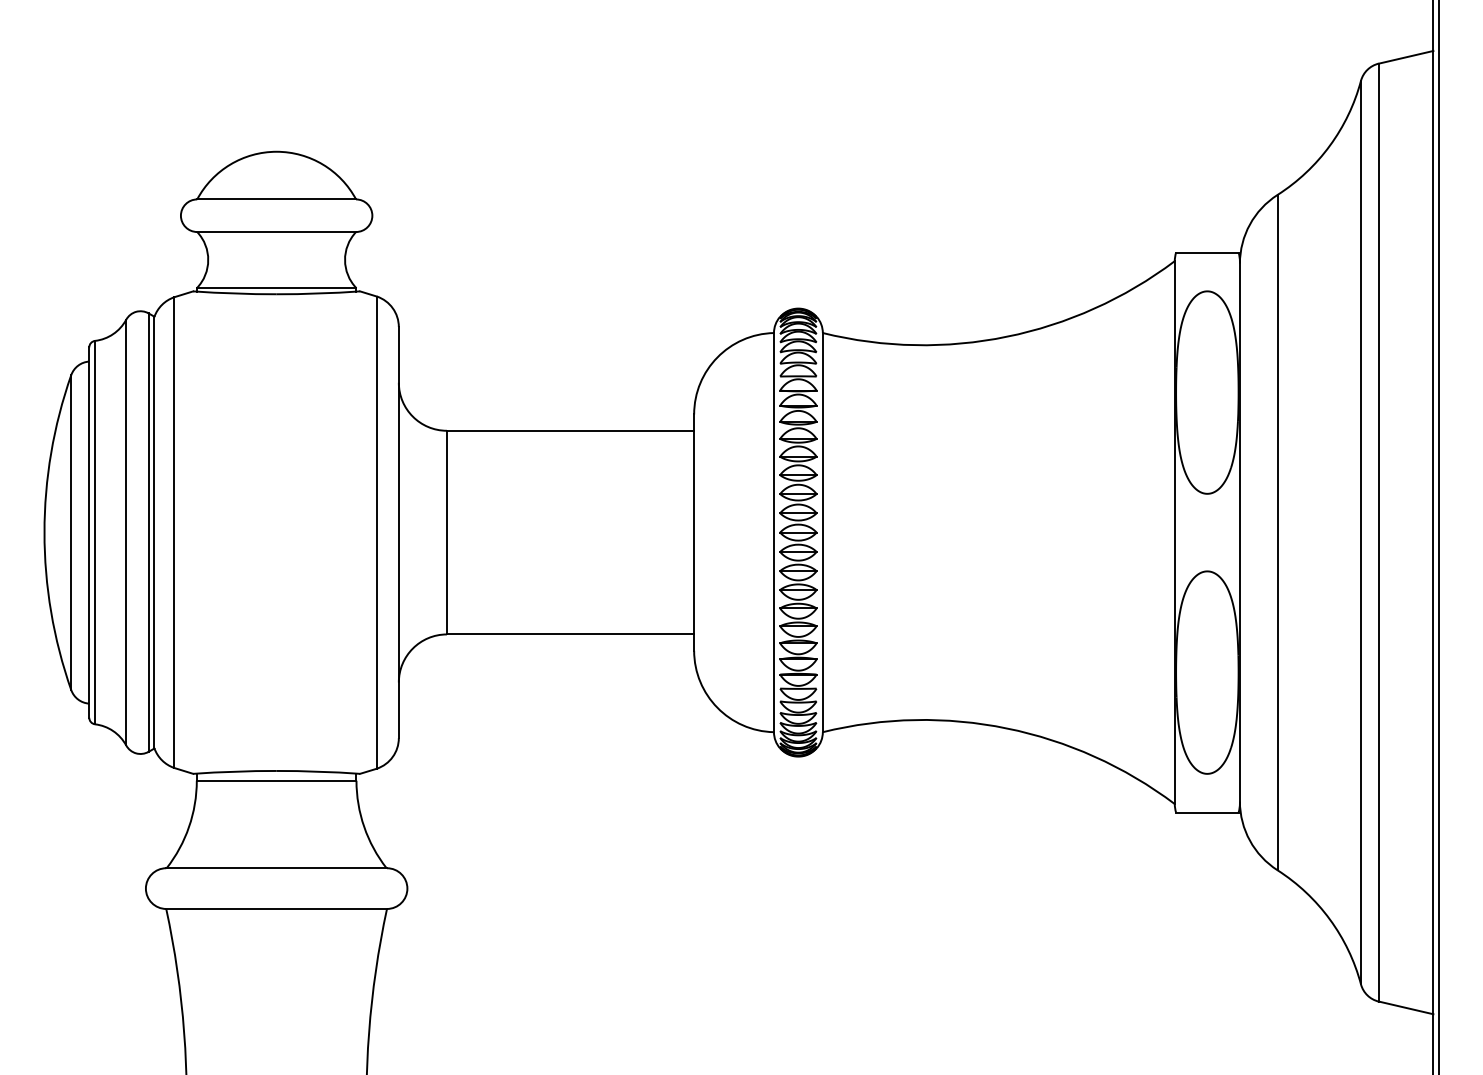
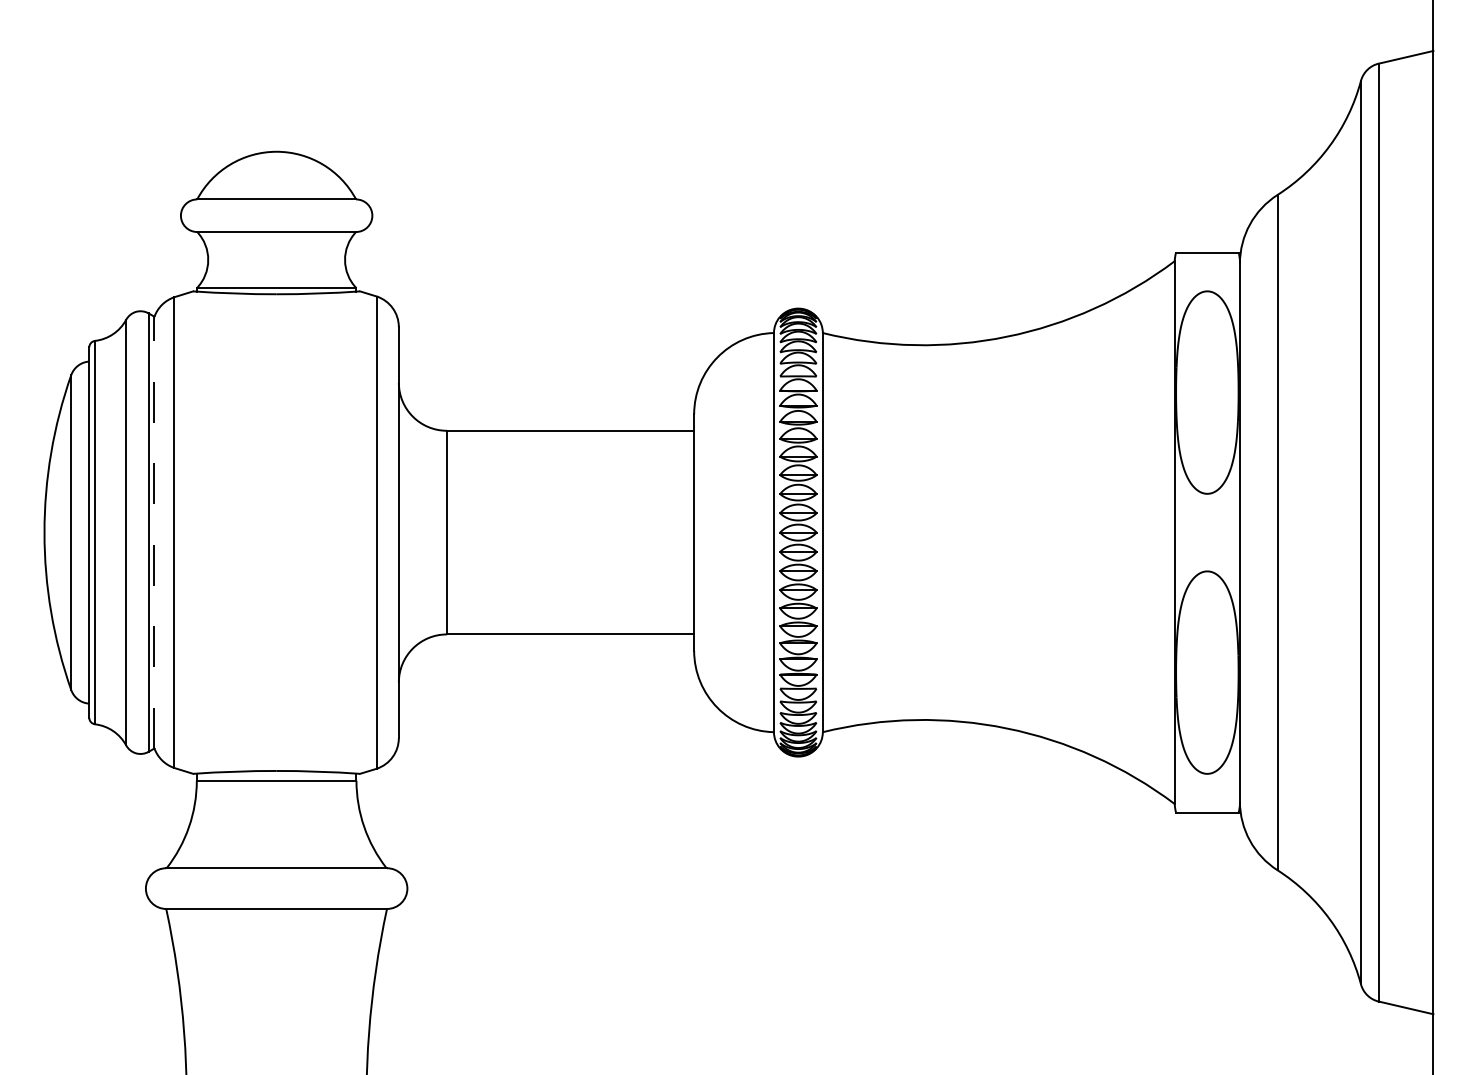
line at (154, 532): solid -> dashed
line at (1438, 536): present -> none
